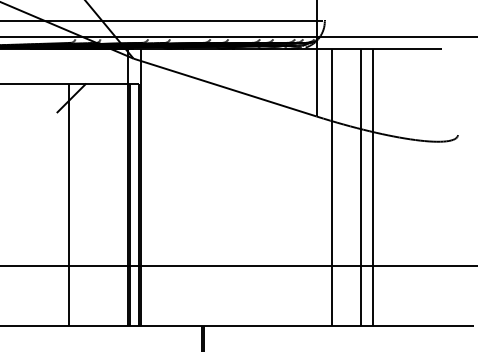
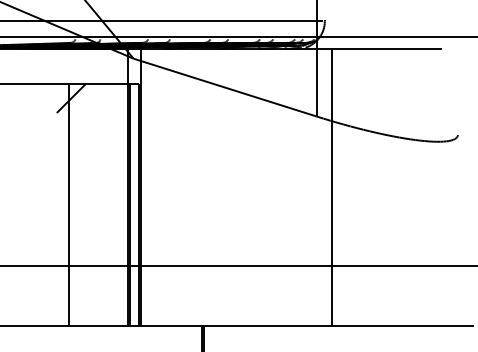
line at (360, 186): present -> none
line at (372, 186): present -> none
